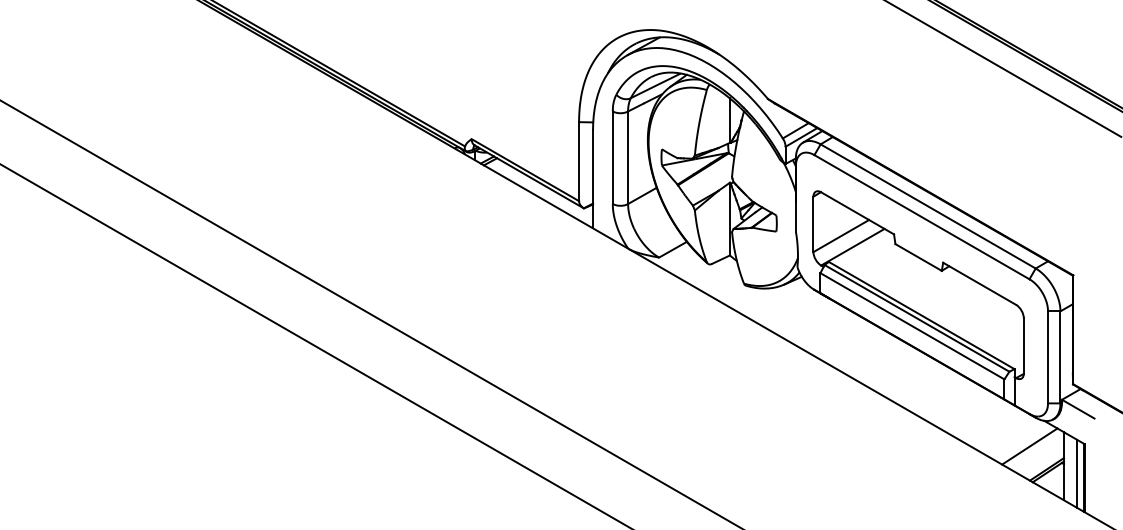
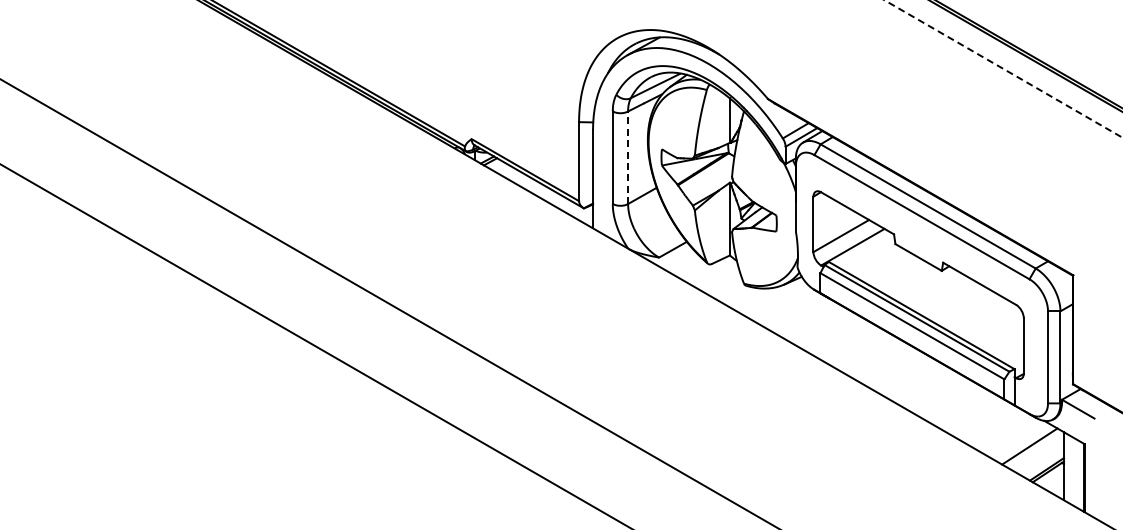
line at (1002, 68): solid -> dashed
line at (628, 157): solid -> dashed
line at (370, 313) position: (370, 313) -> (388, 303)
line at (1076, 473): present -> none
